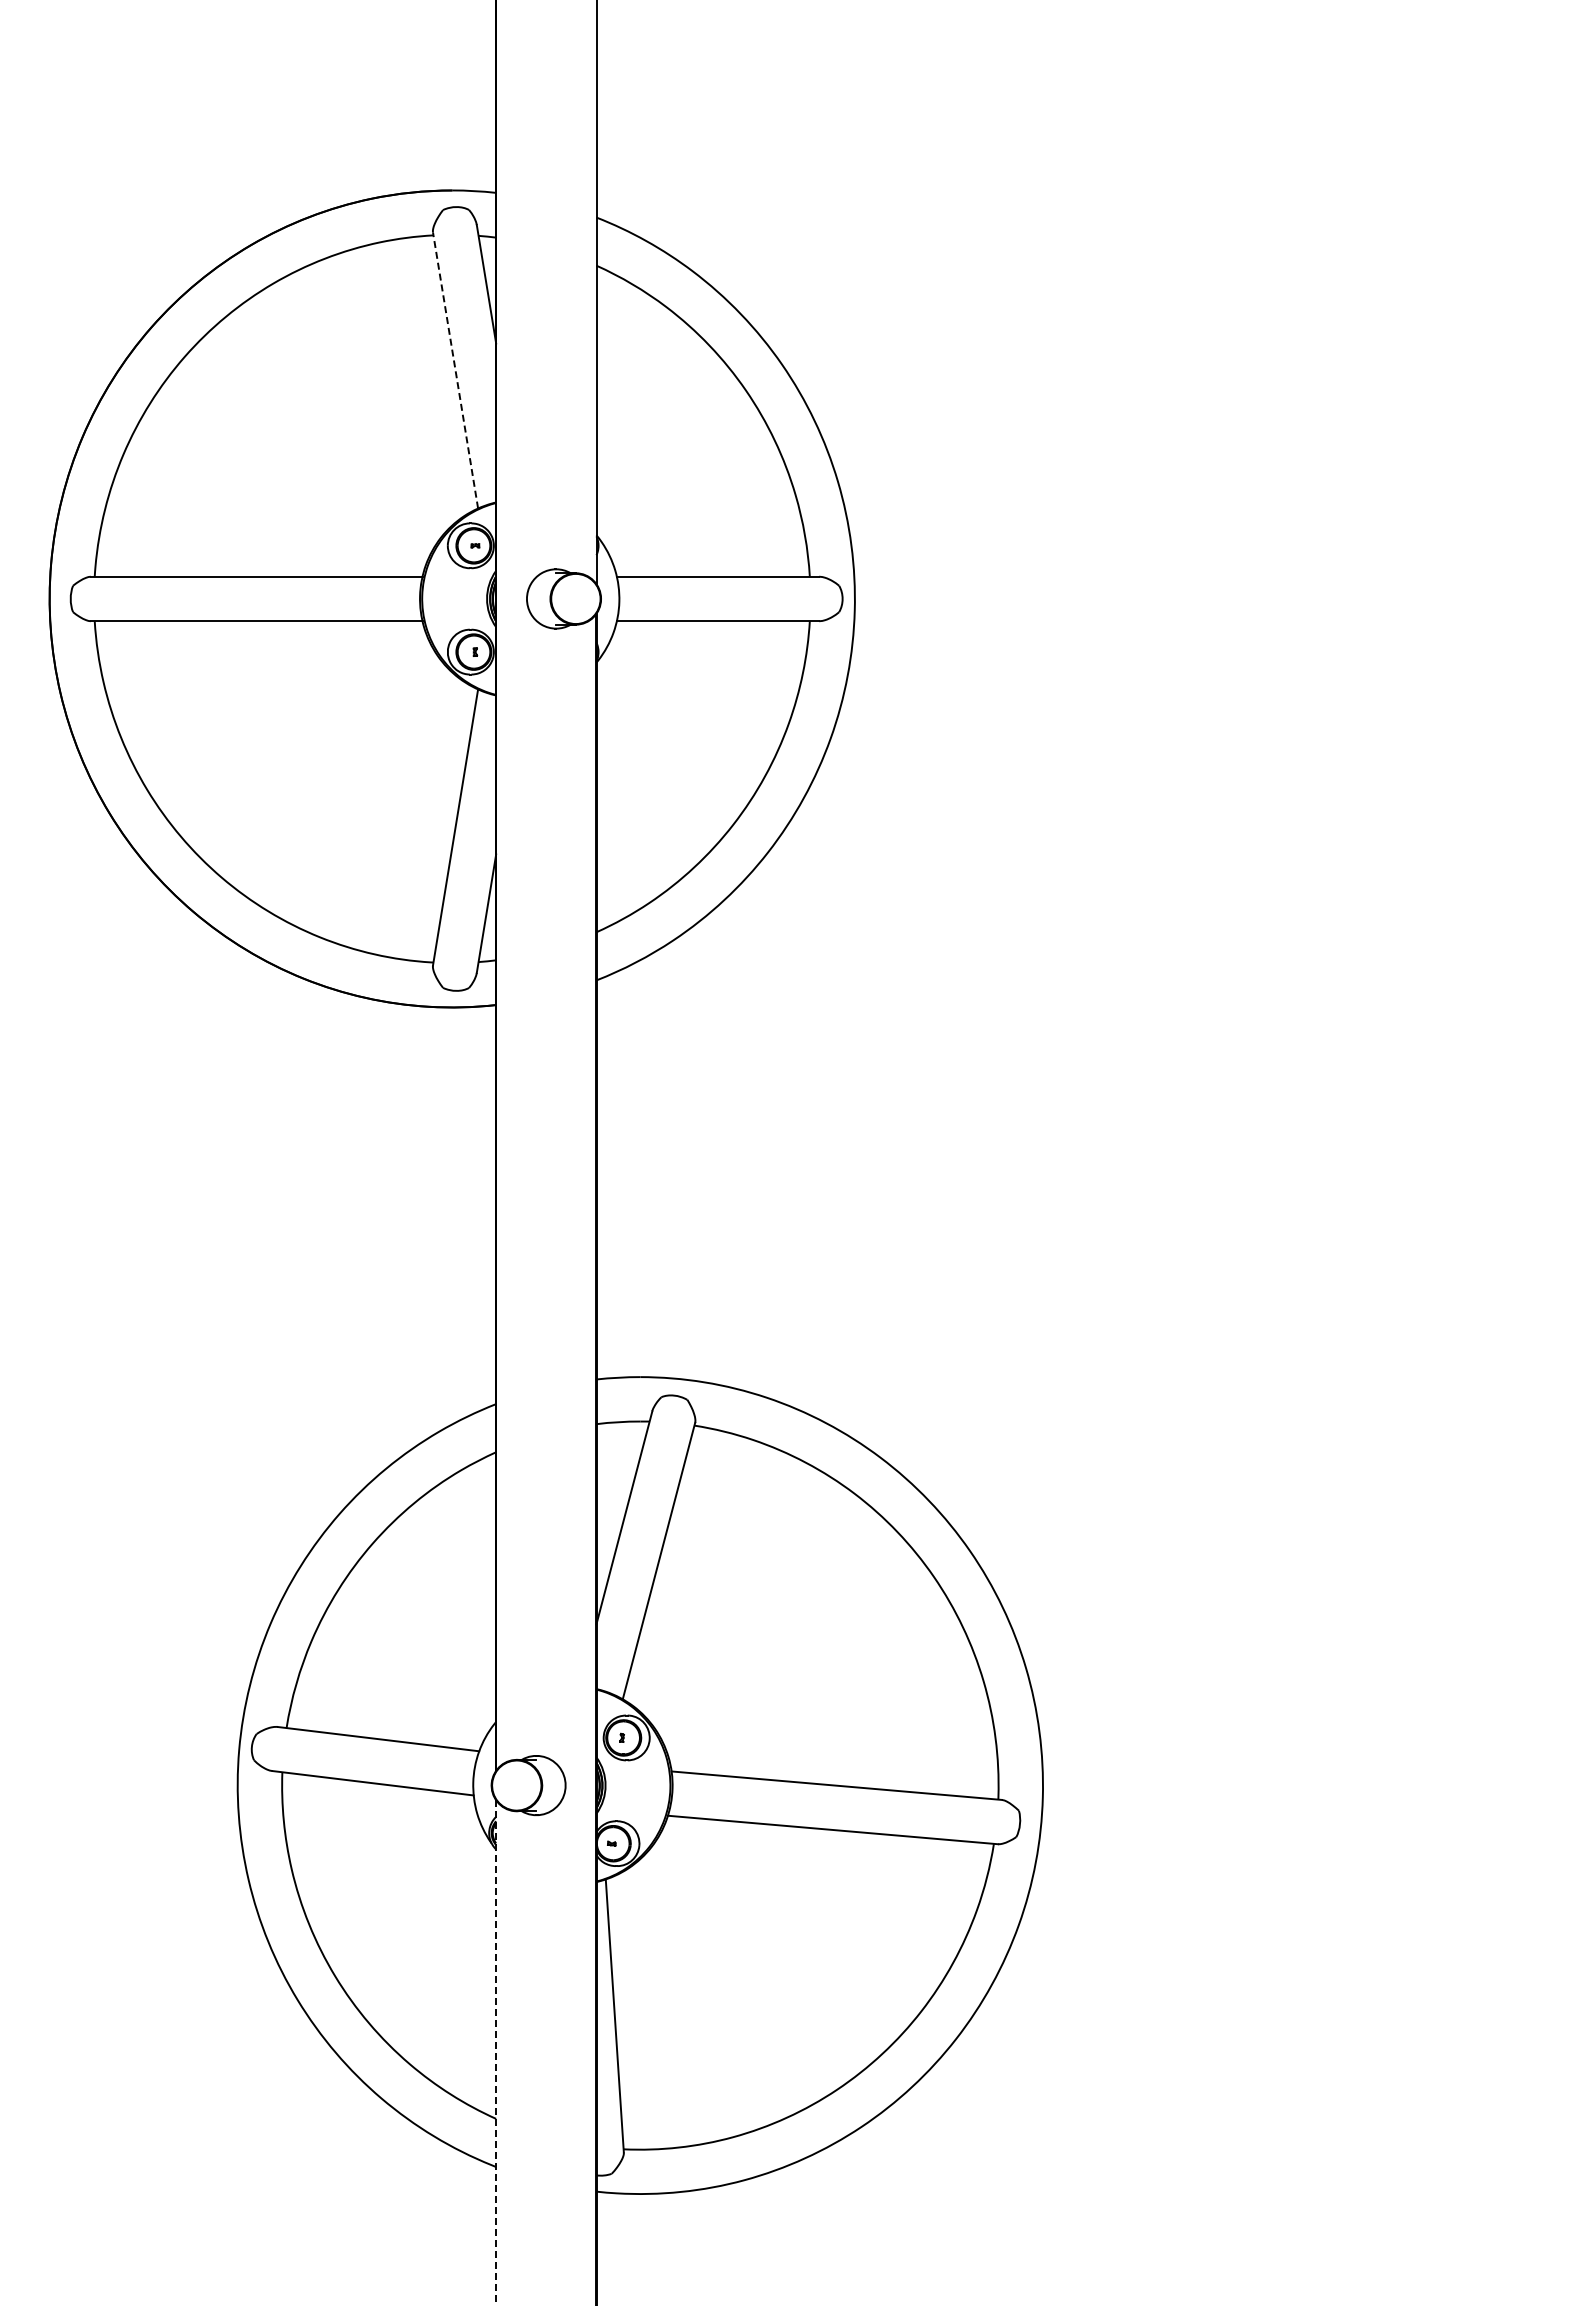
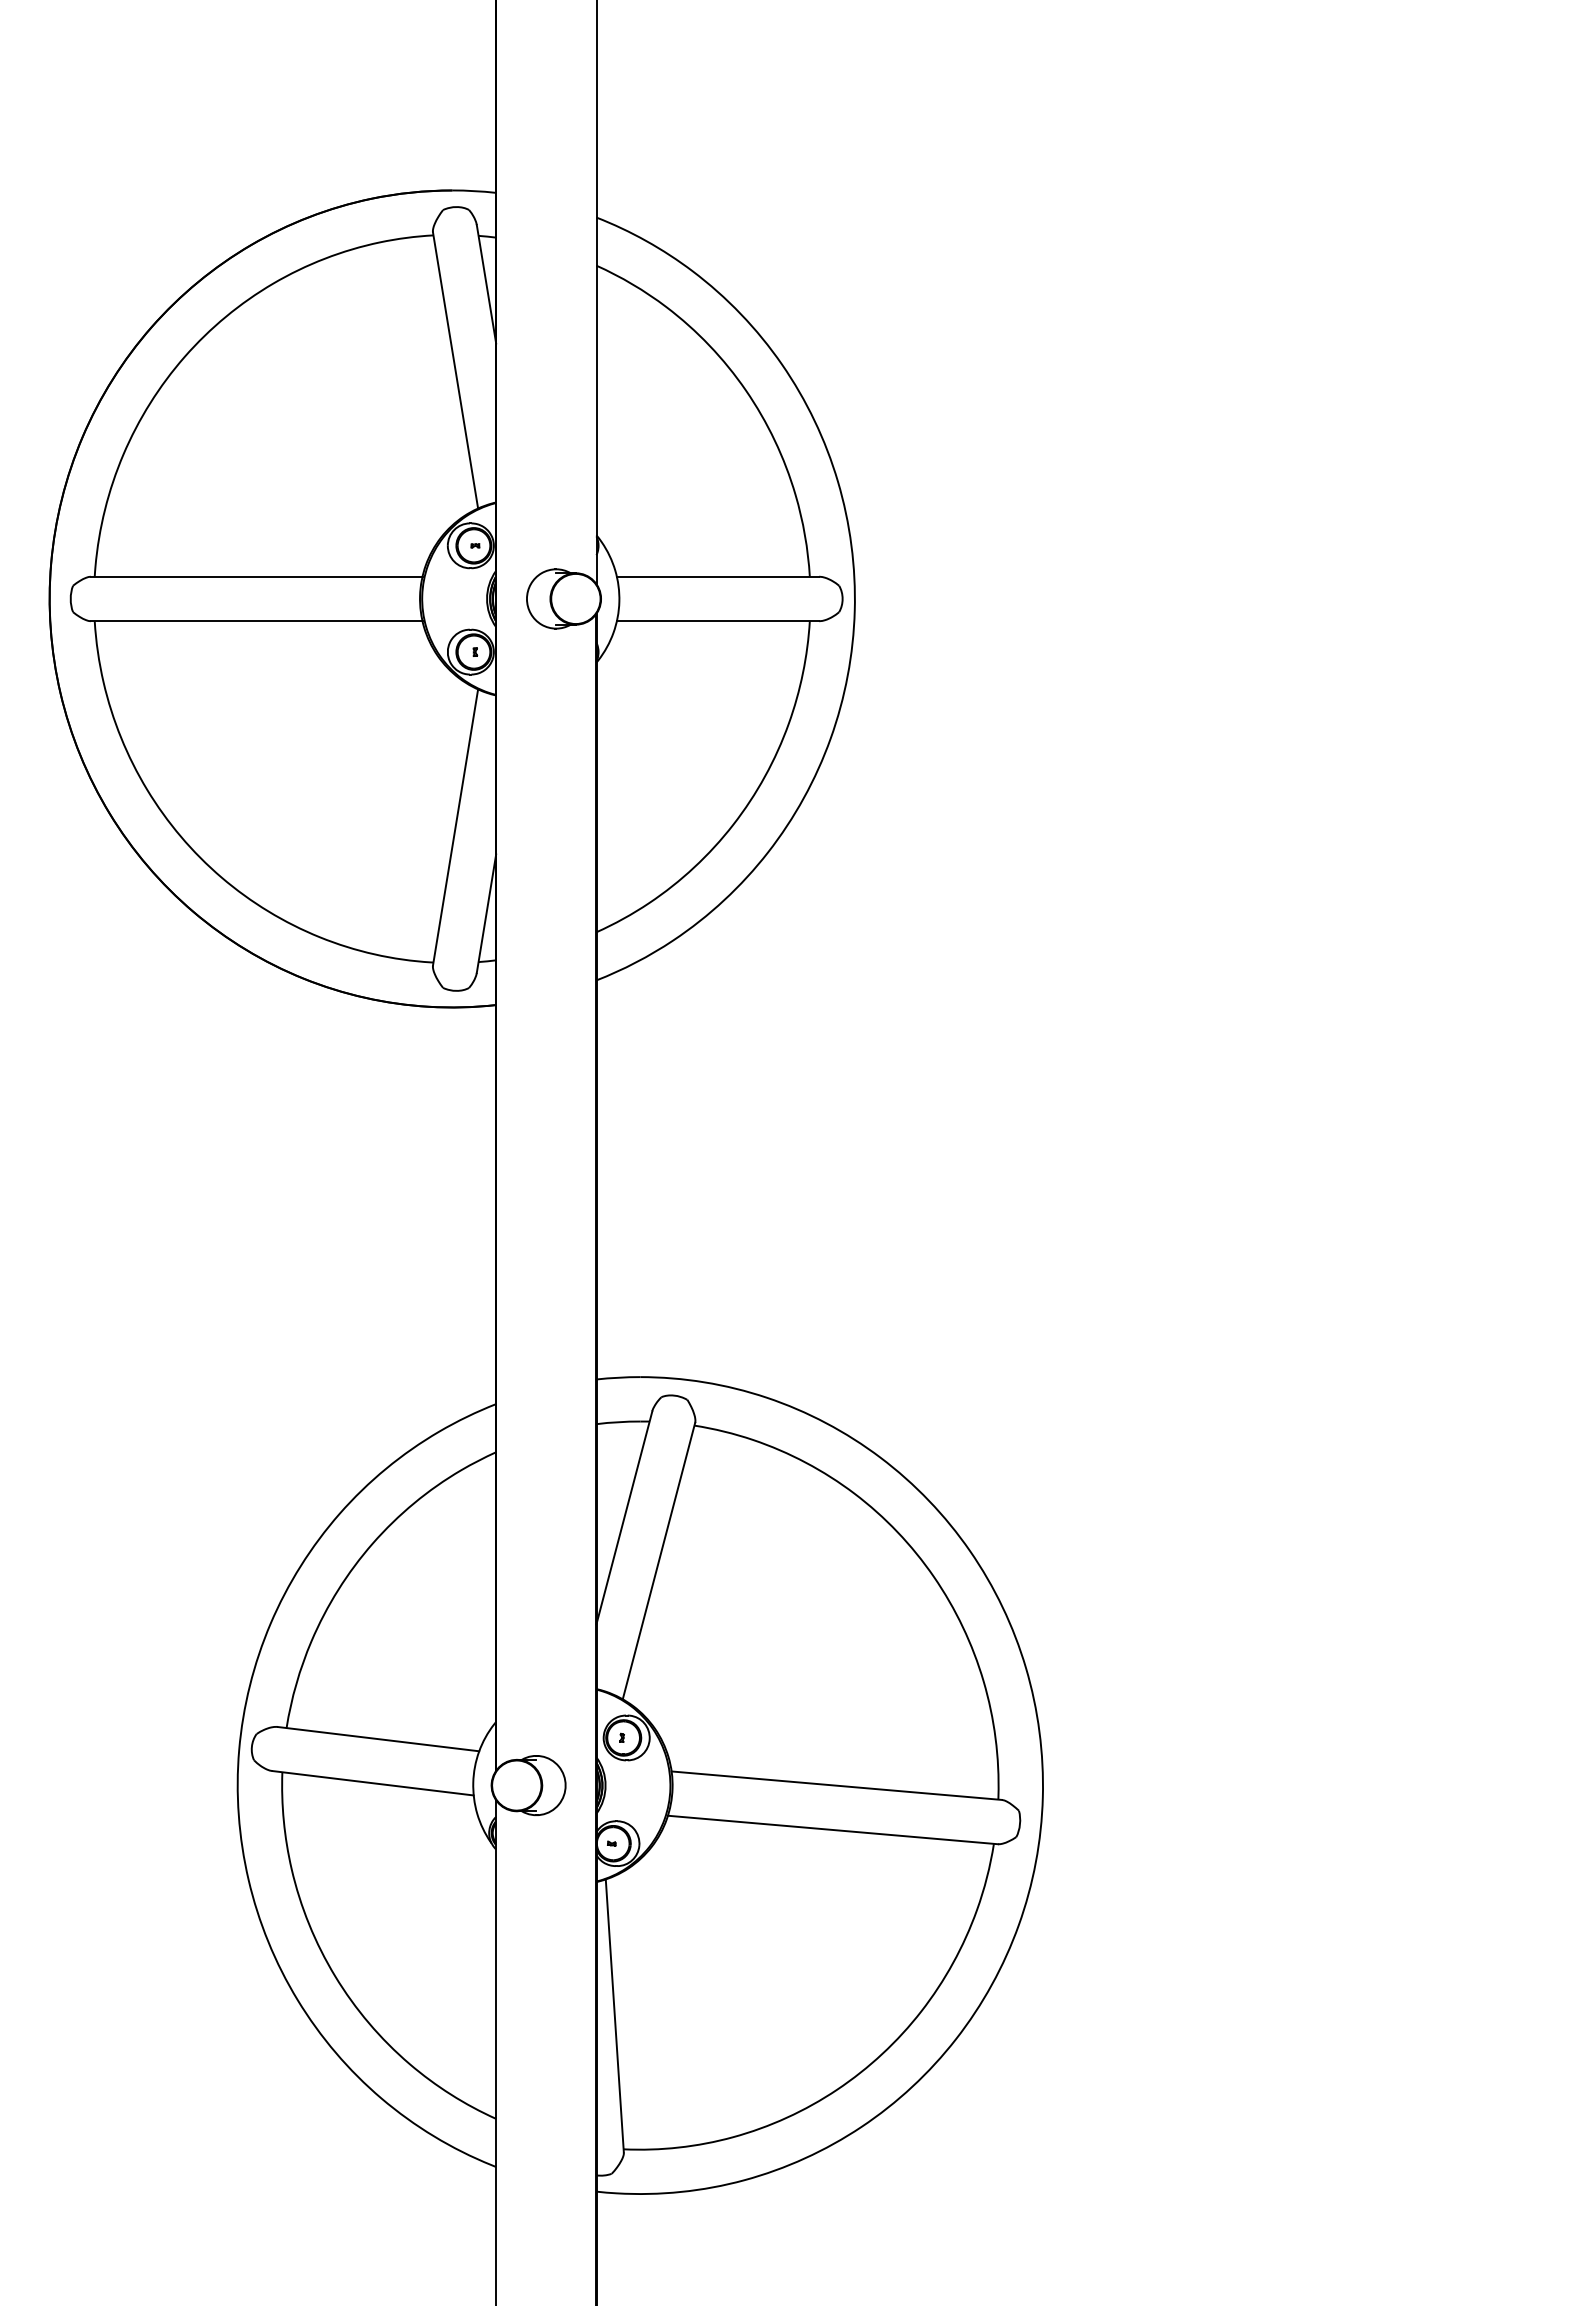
line at (455, 370): dashed -> solid
line at (496, 2053): dashed -> solid
